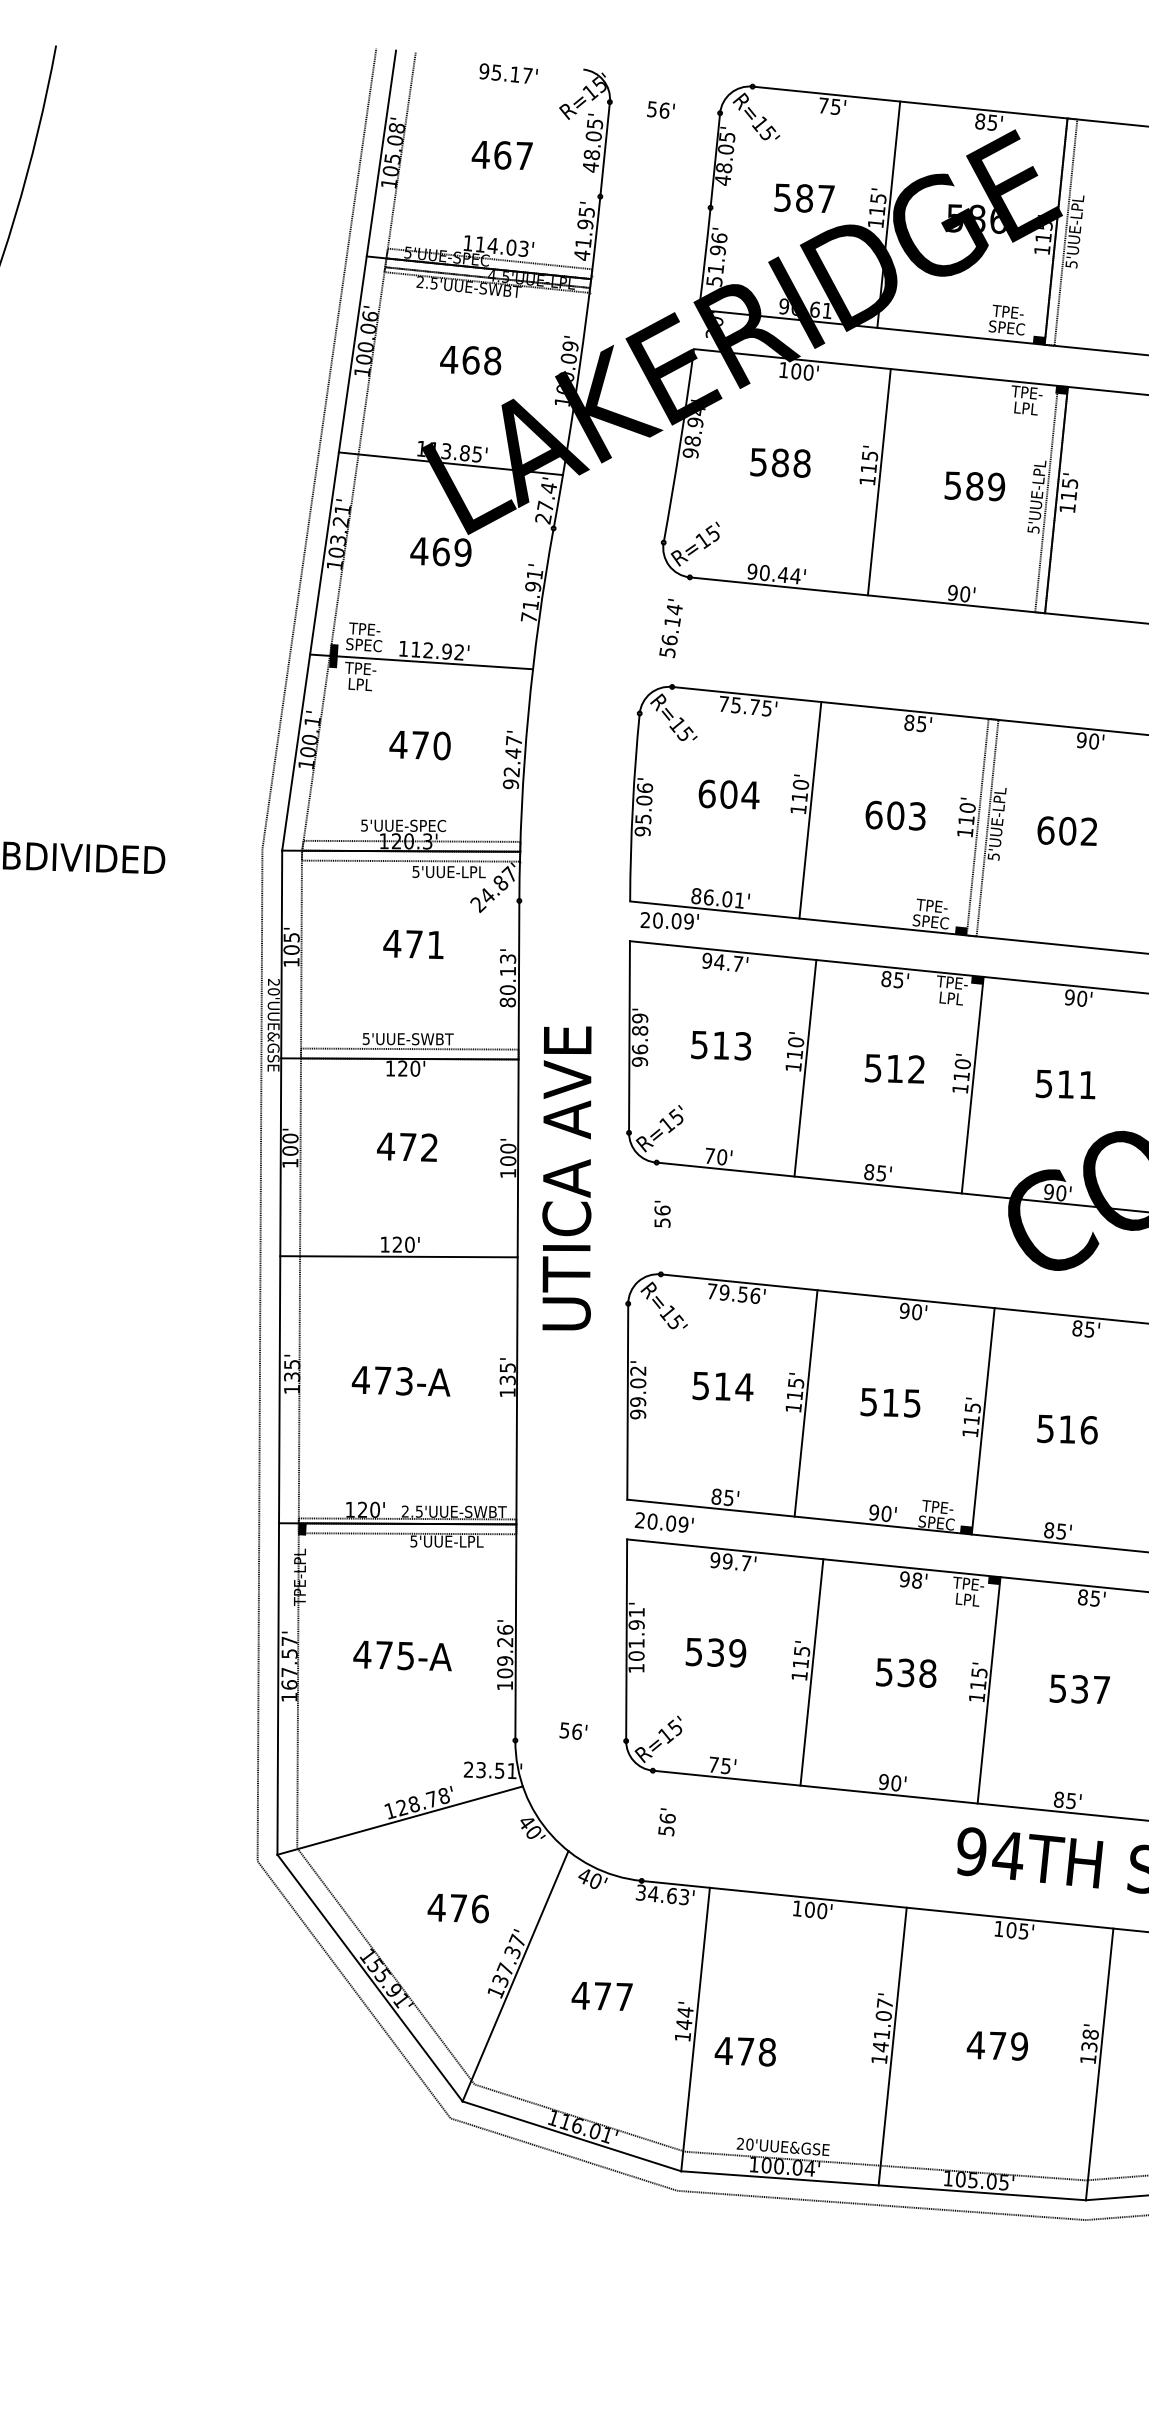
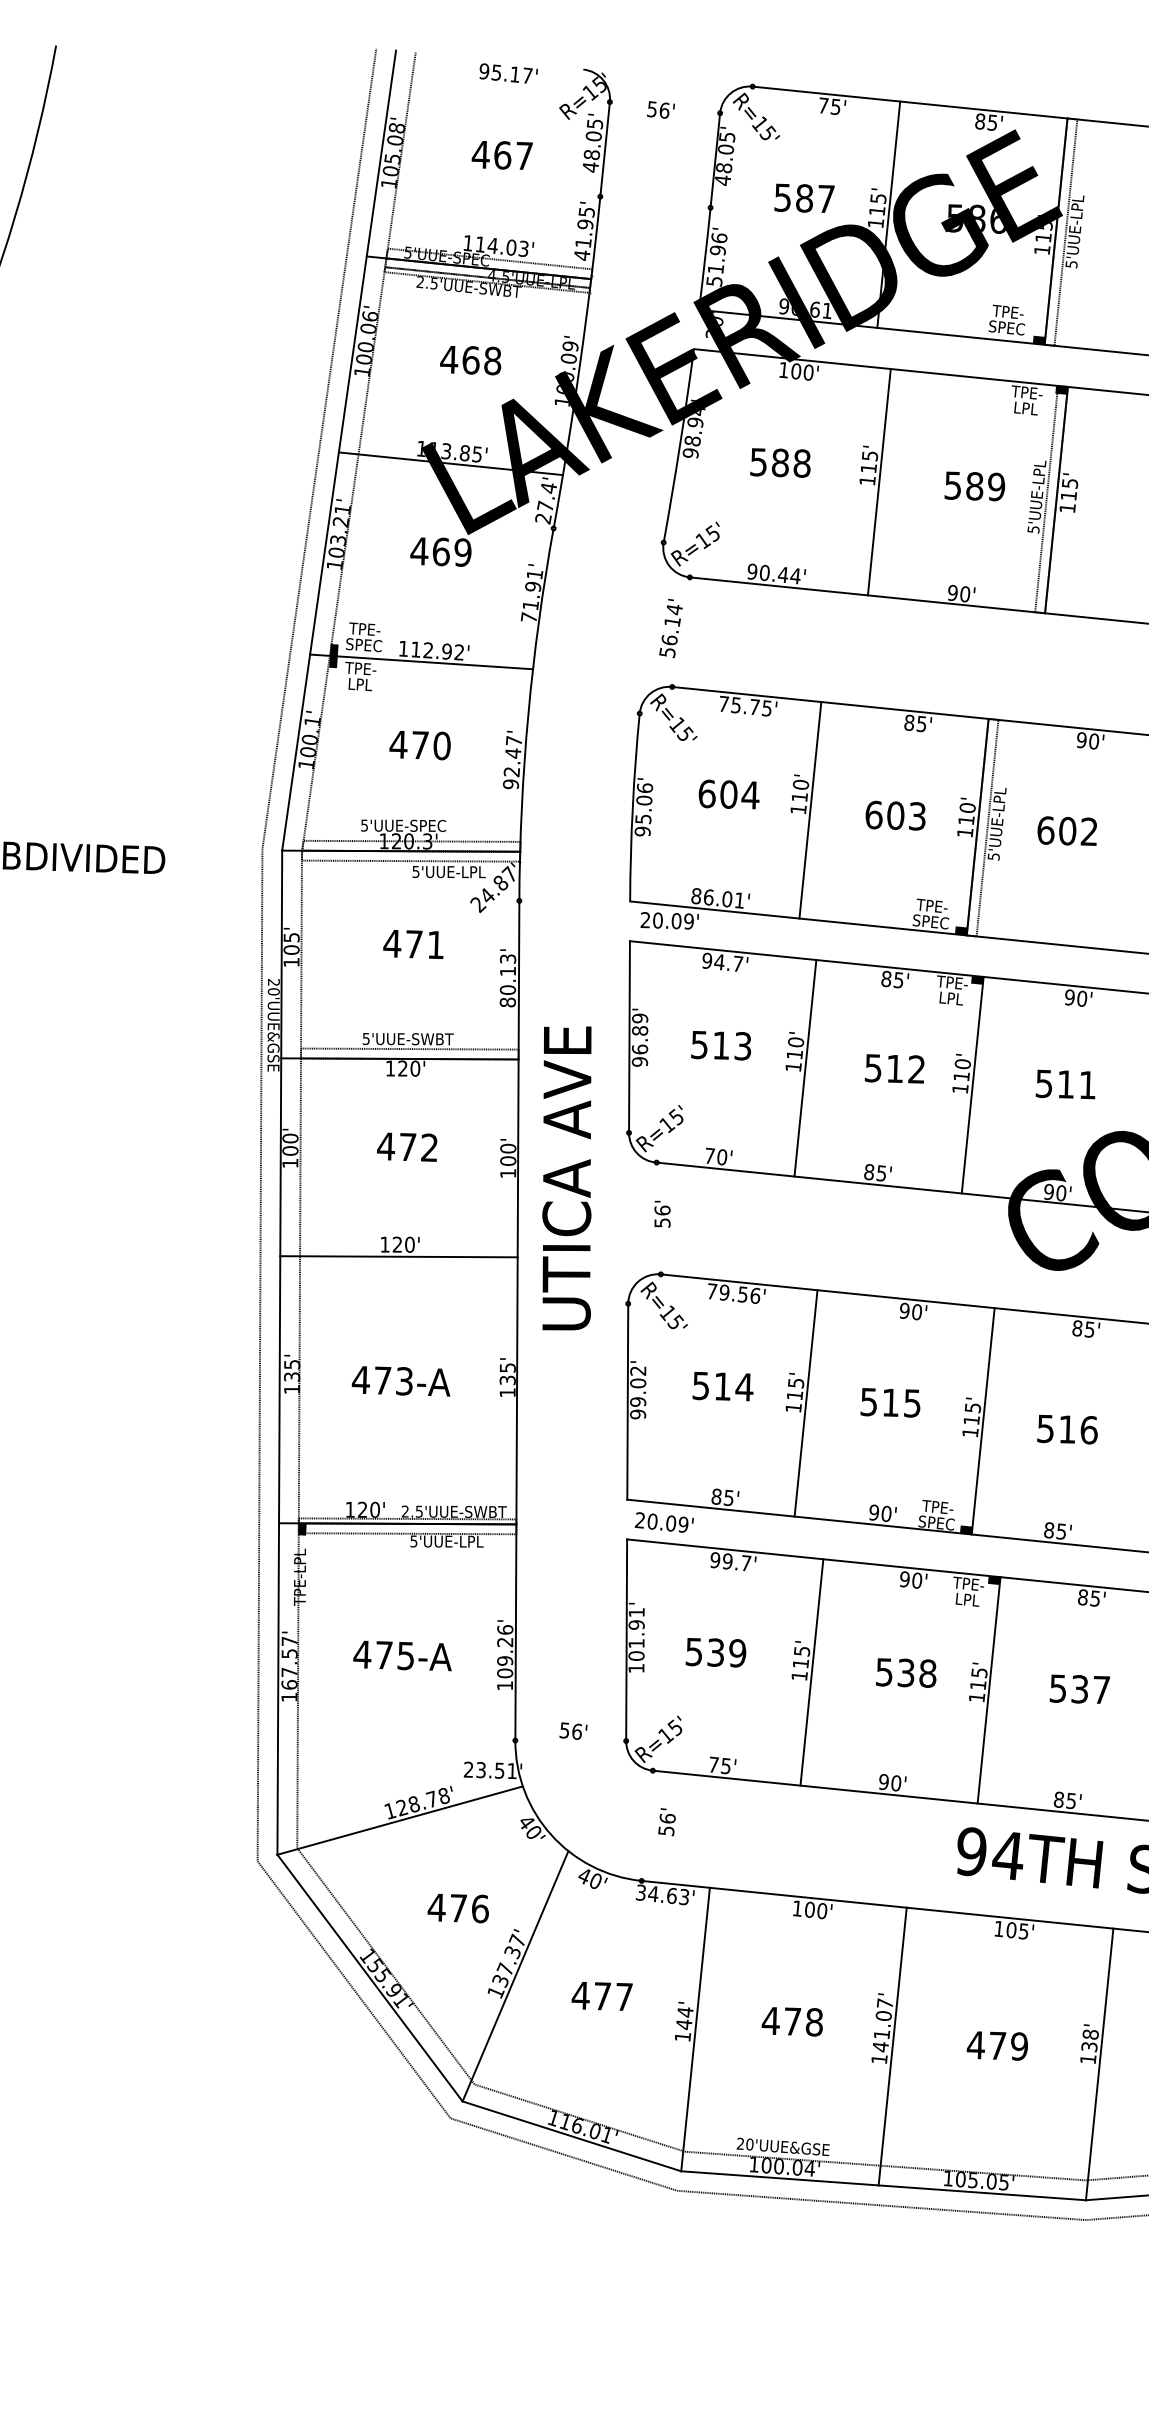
line at (977, 826): none -> present
text at (917, 1580): 98' -> 90'
text at (744, 2051) position: (744, 2051) -> (791, 2021)
